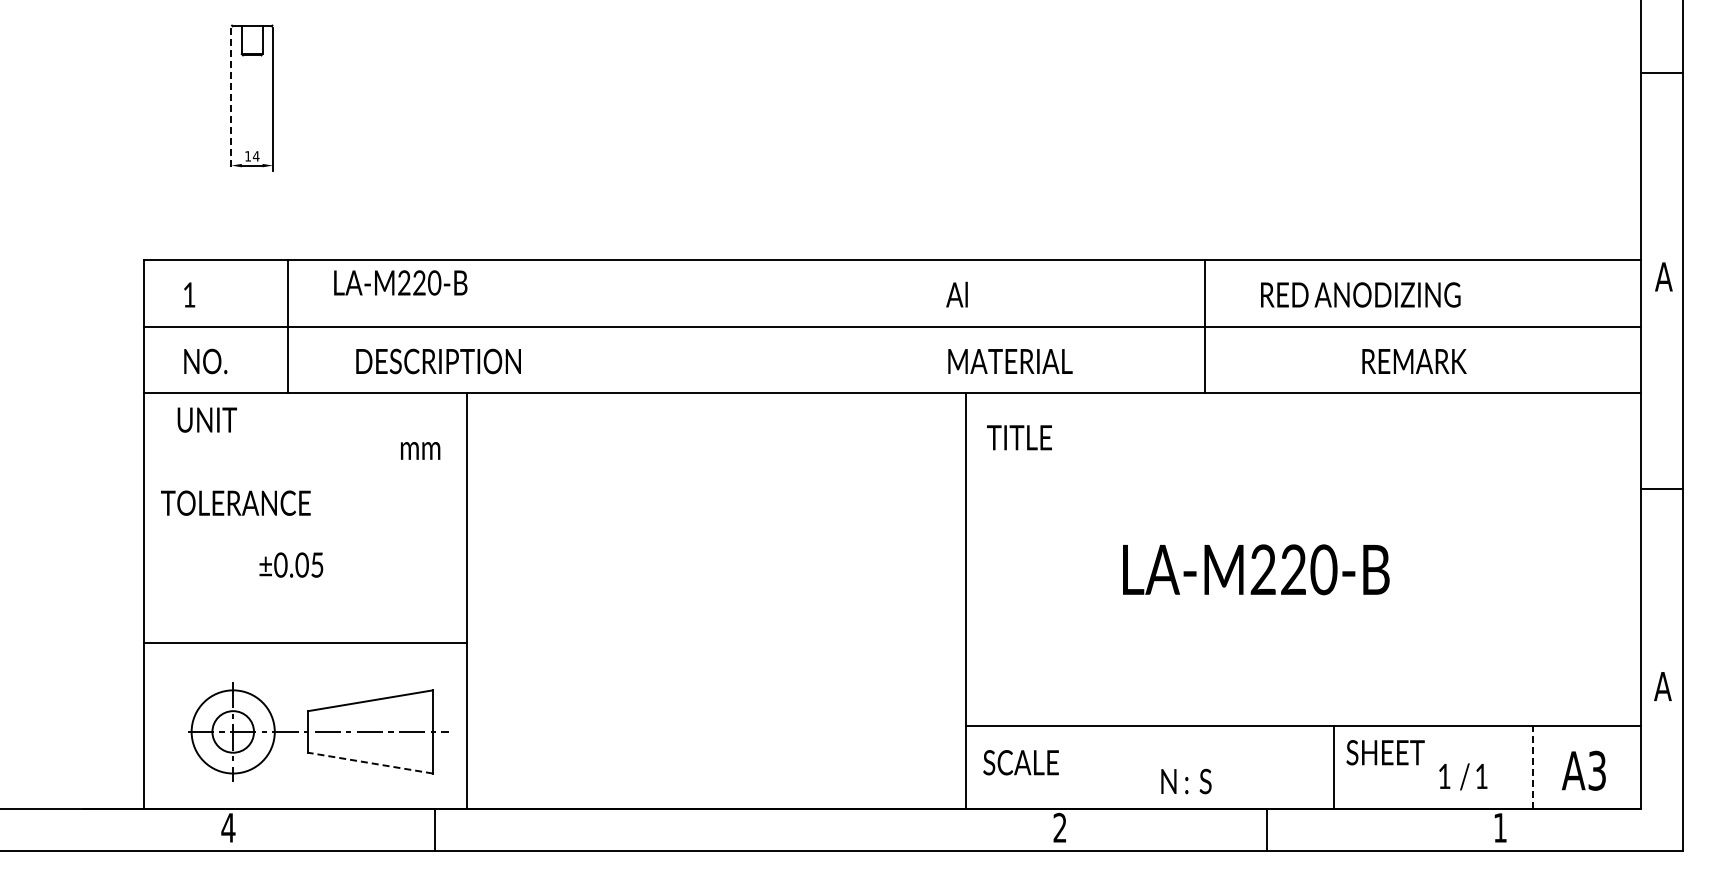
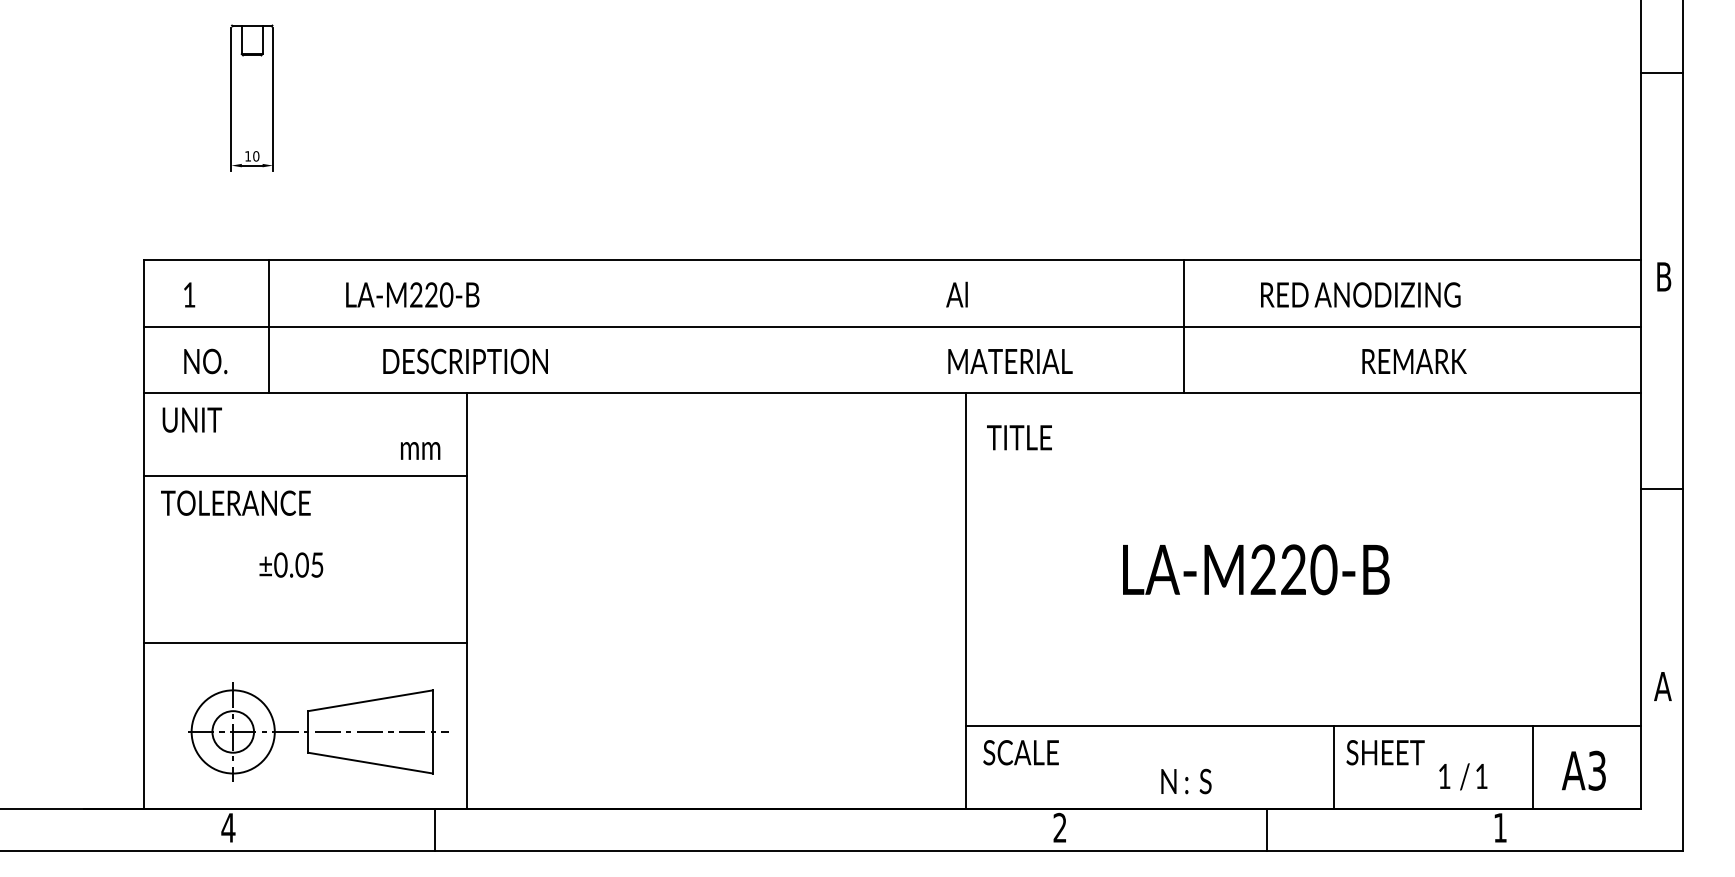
line at (231, 99): dashed -> solid
text at (255, 156): 14 -> 10
text at (1663, 276): A -> B
text at (400, 282) position: (400, 282) -> (412, 294)
line at (288, 326) position: (288, 326) -> (269, 326)
line at (1204, 326) position: (1204, 326) -> (1183, 326)
text at (438, 361) position: (438, 361) -> (465, 361)
text at (206, 419) position: (206, 419) -> (191, 419)
line at (305, 476): none -> present
text at (1020, 762) position: (1020, 762) -> (1020, 752)
line at (370, 763): dashed -> solid
line at (1533, 767): dashed -> solid
